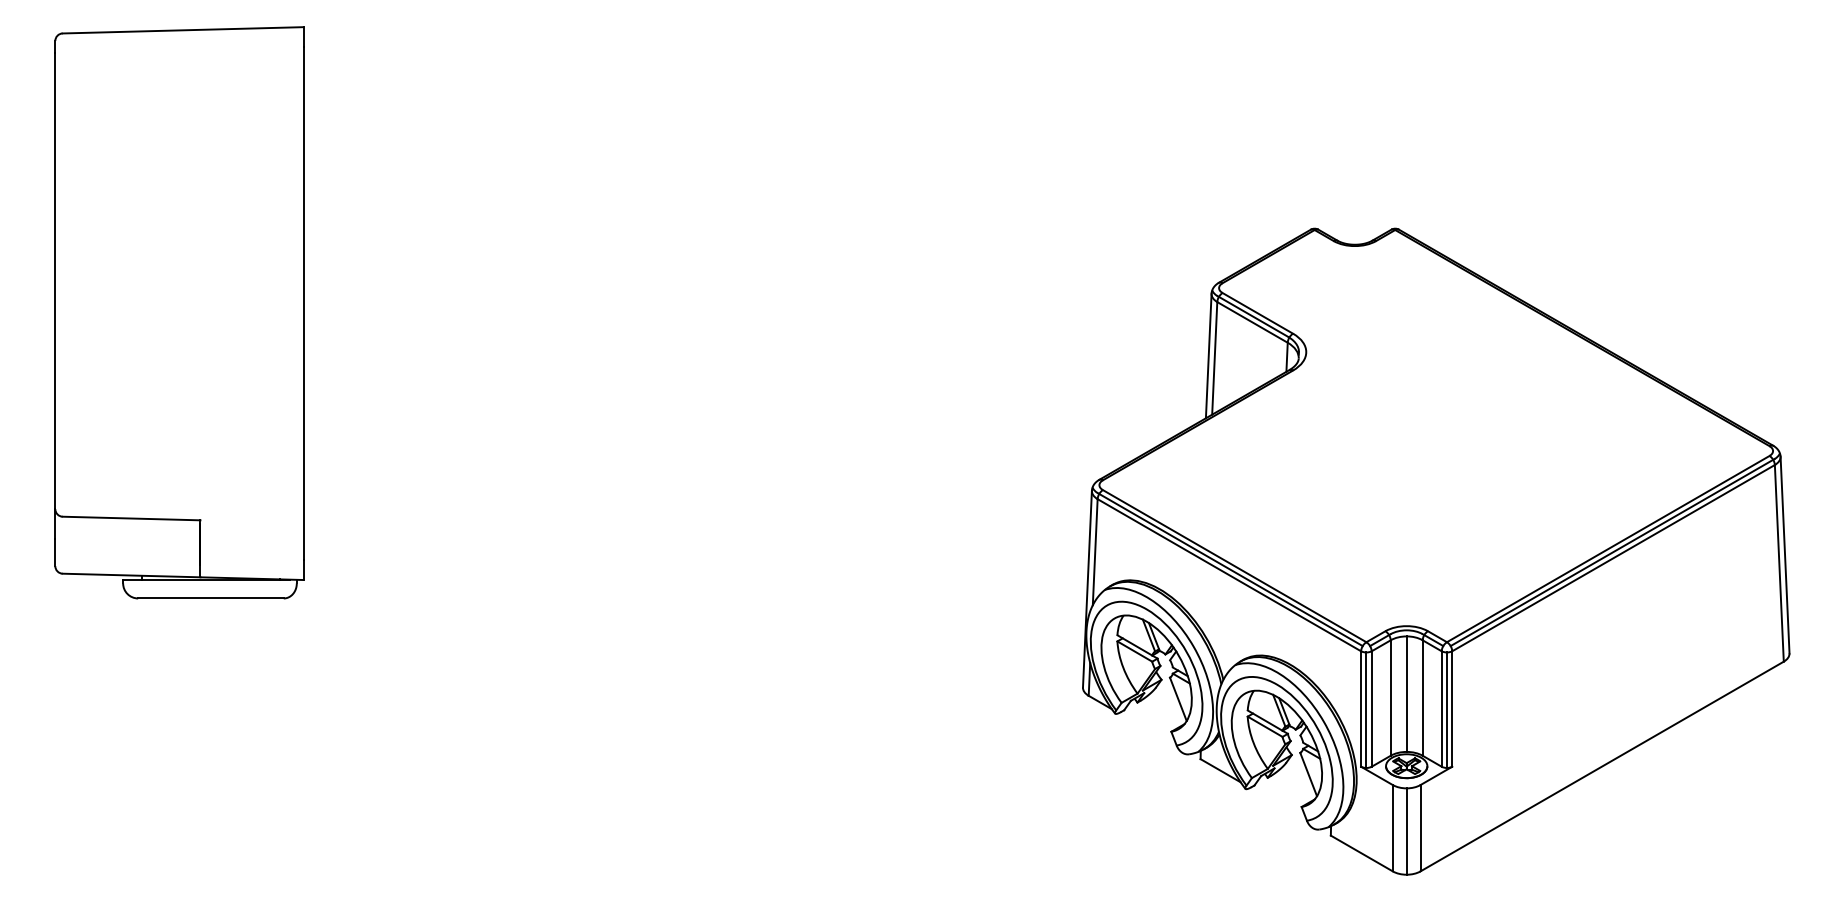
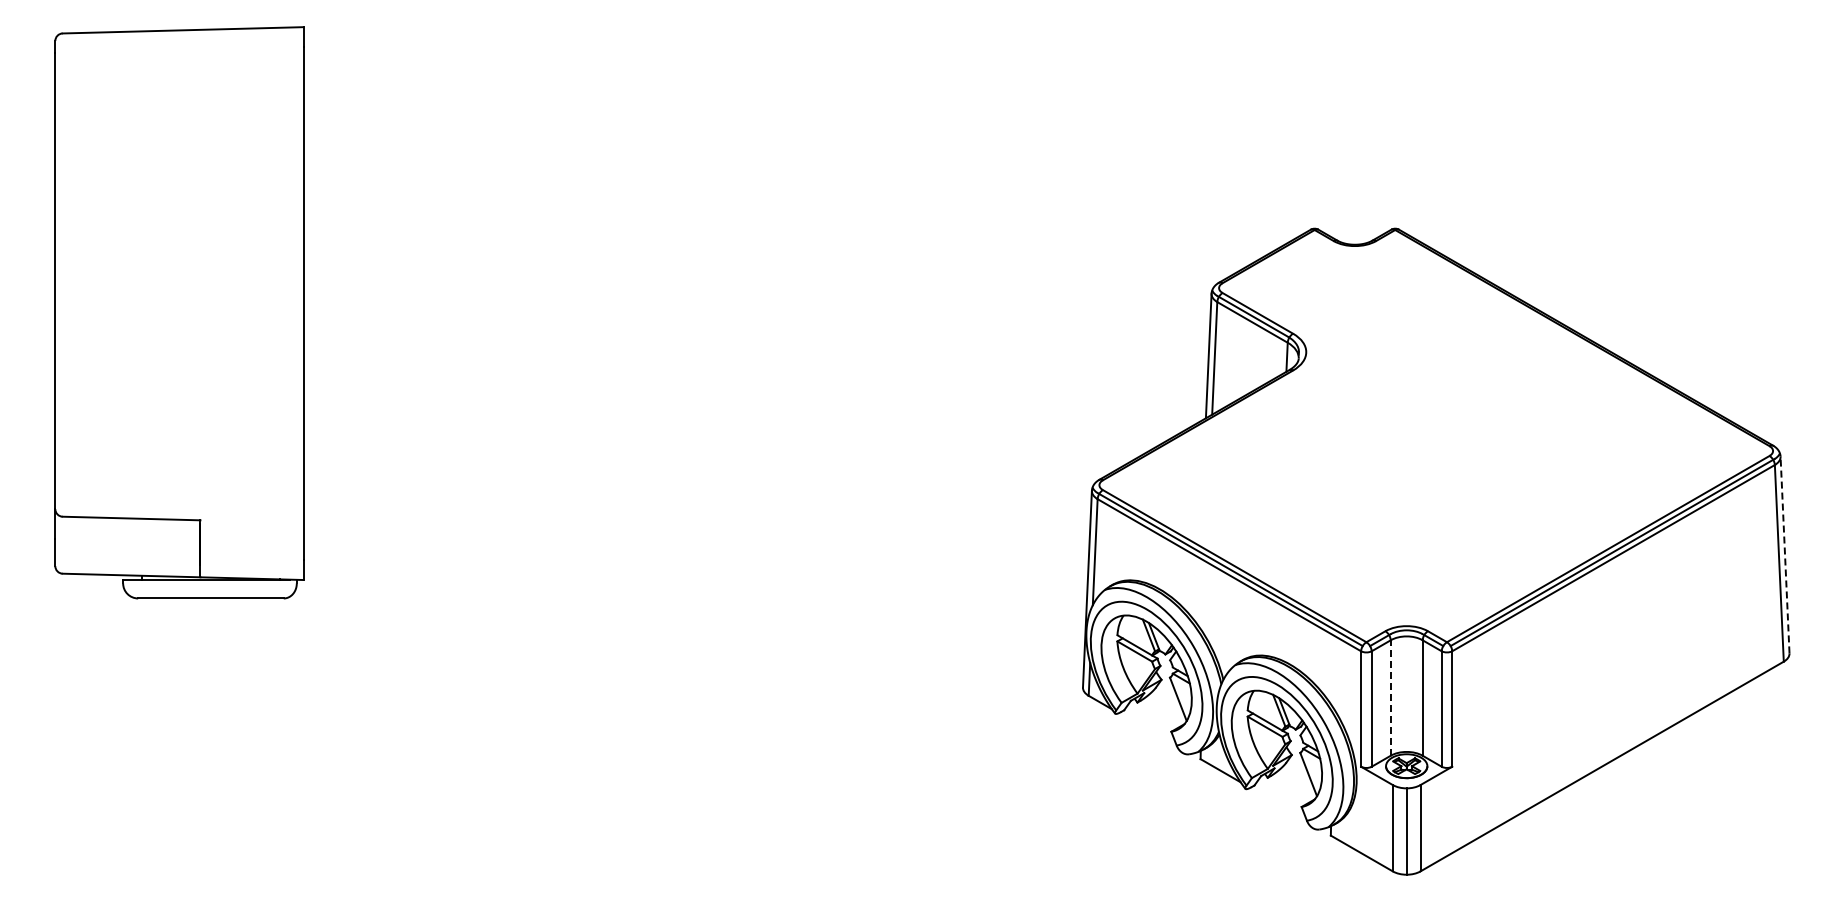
line at (1785, 554): solid -> dashed
line at (1406, 693): present -> none
line at (1390, 698): solid -> dashed
line at (1446, 709): present -> none
line at (1366, 710): present -> none
